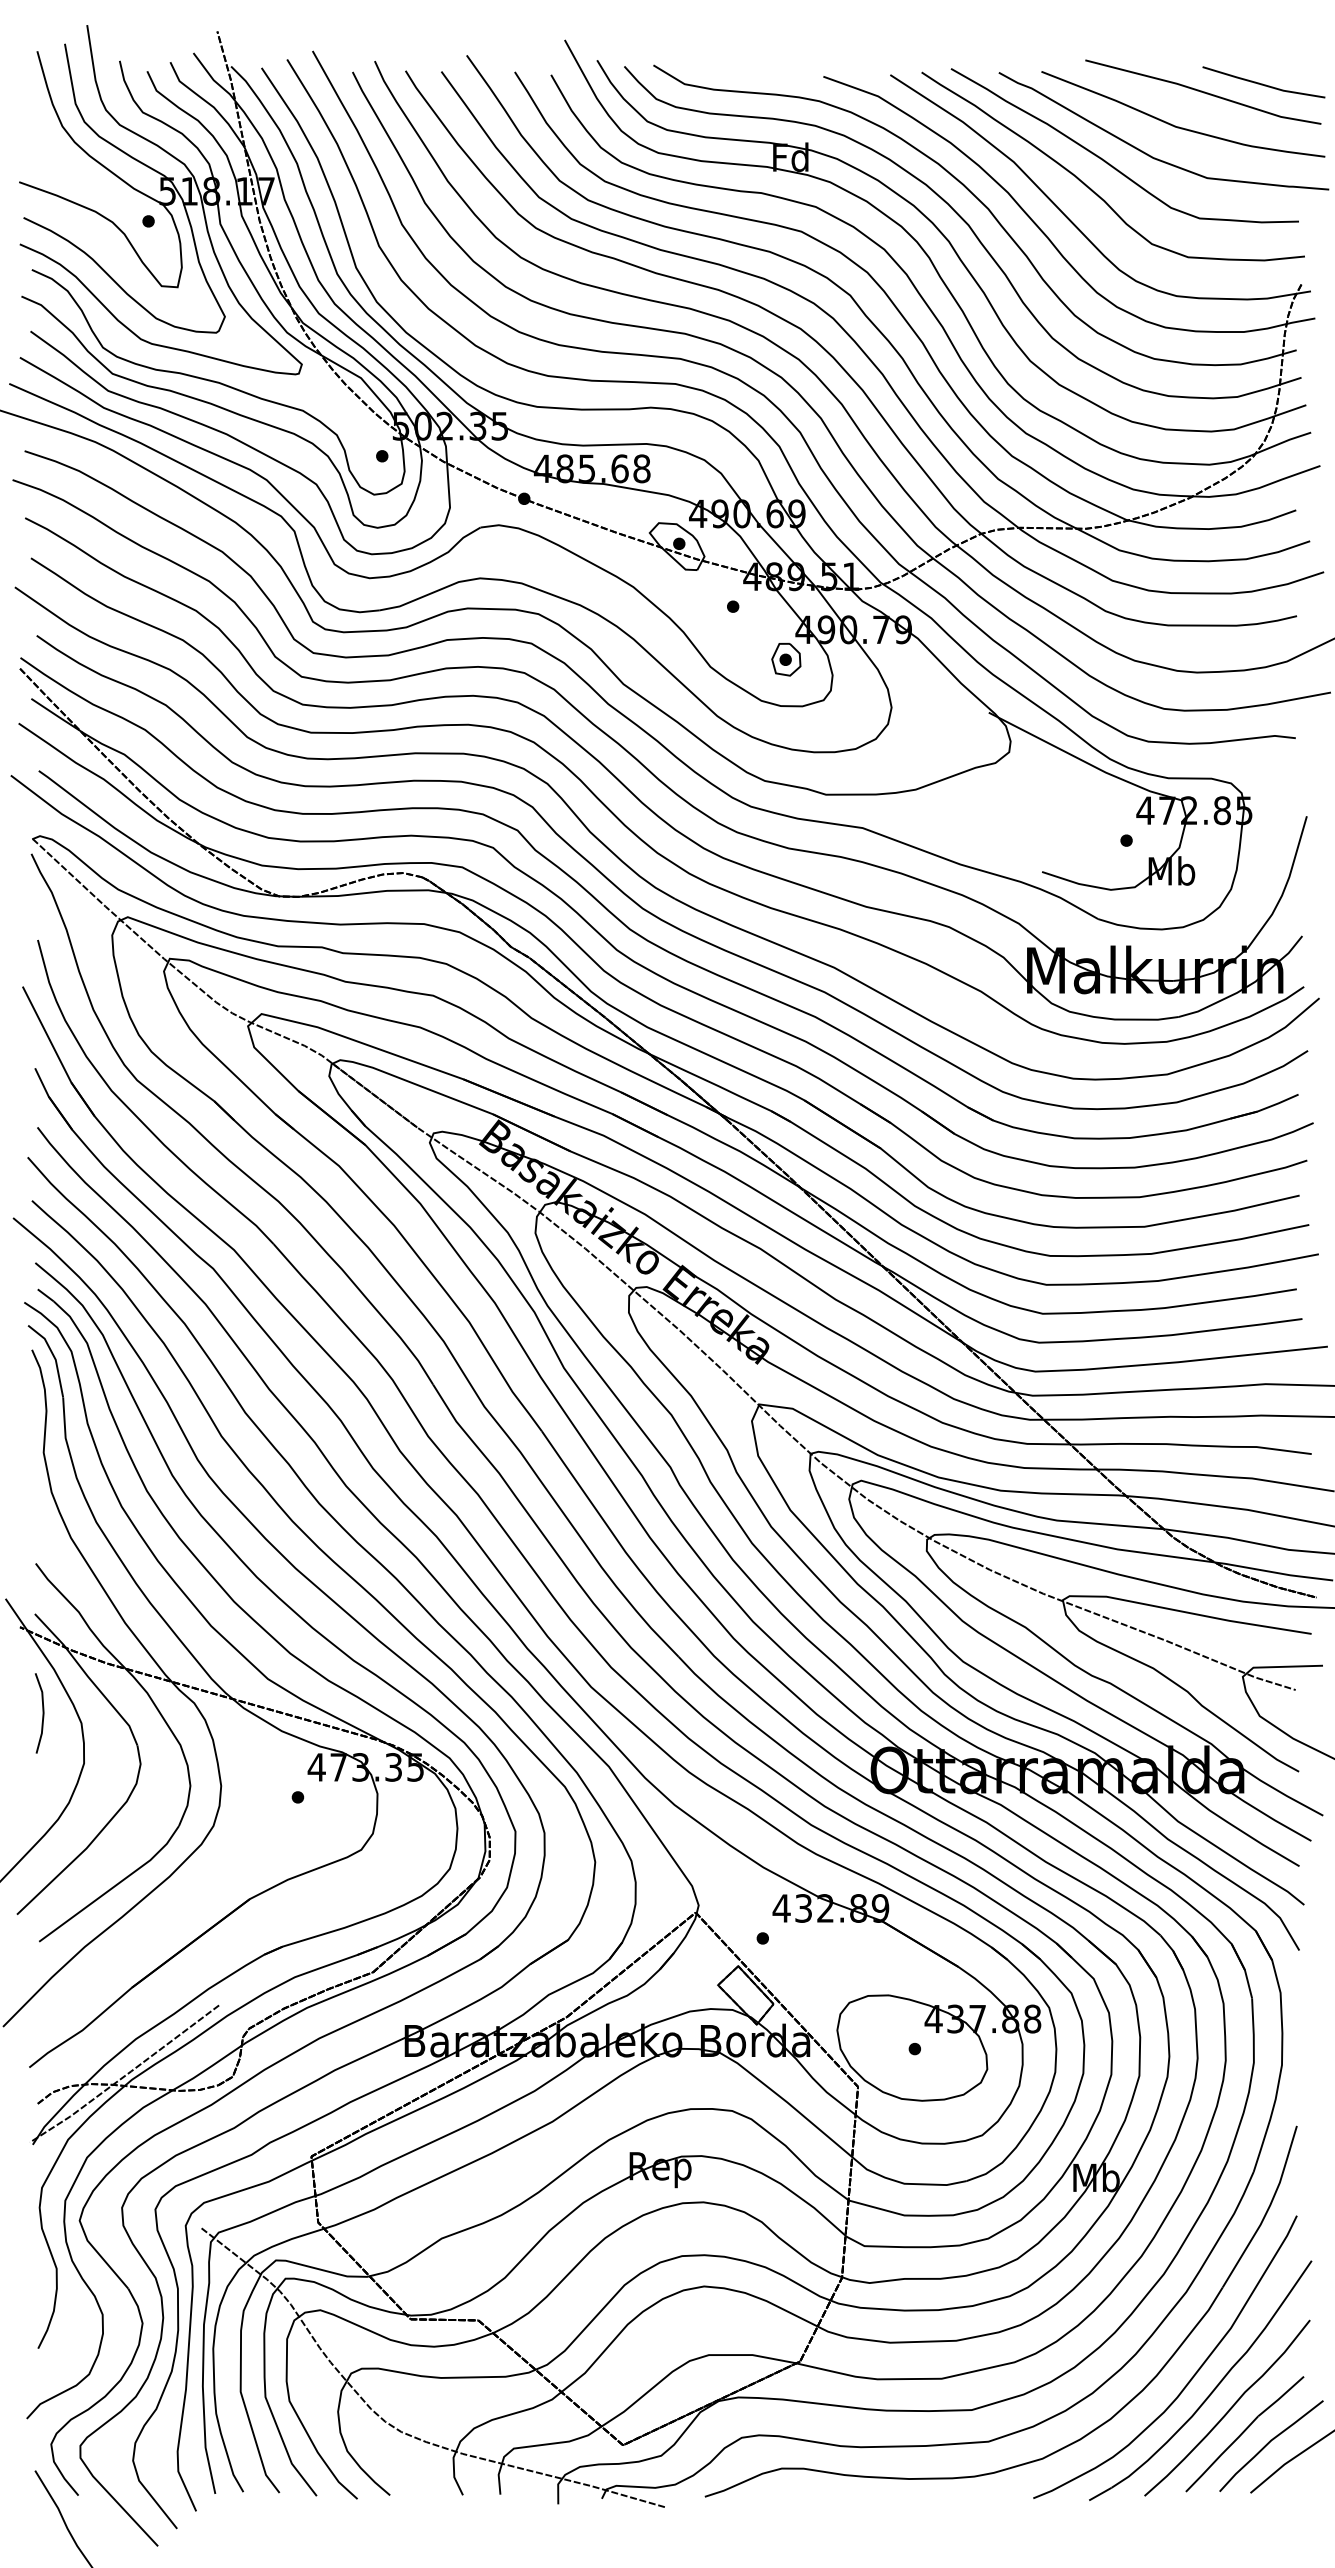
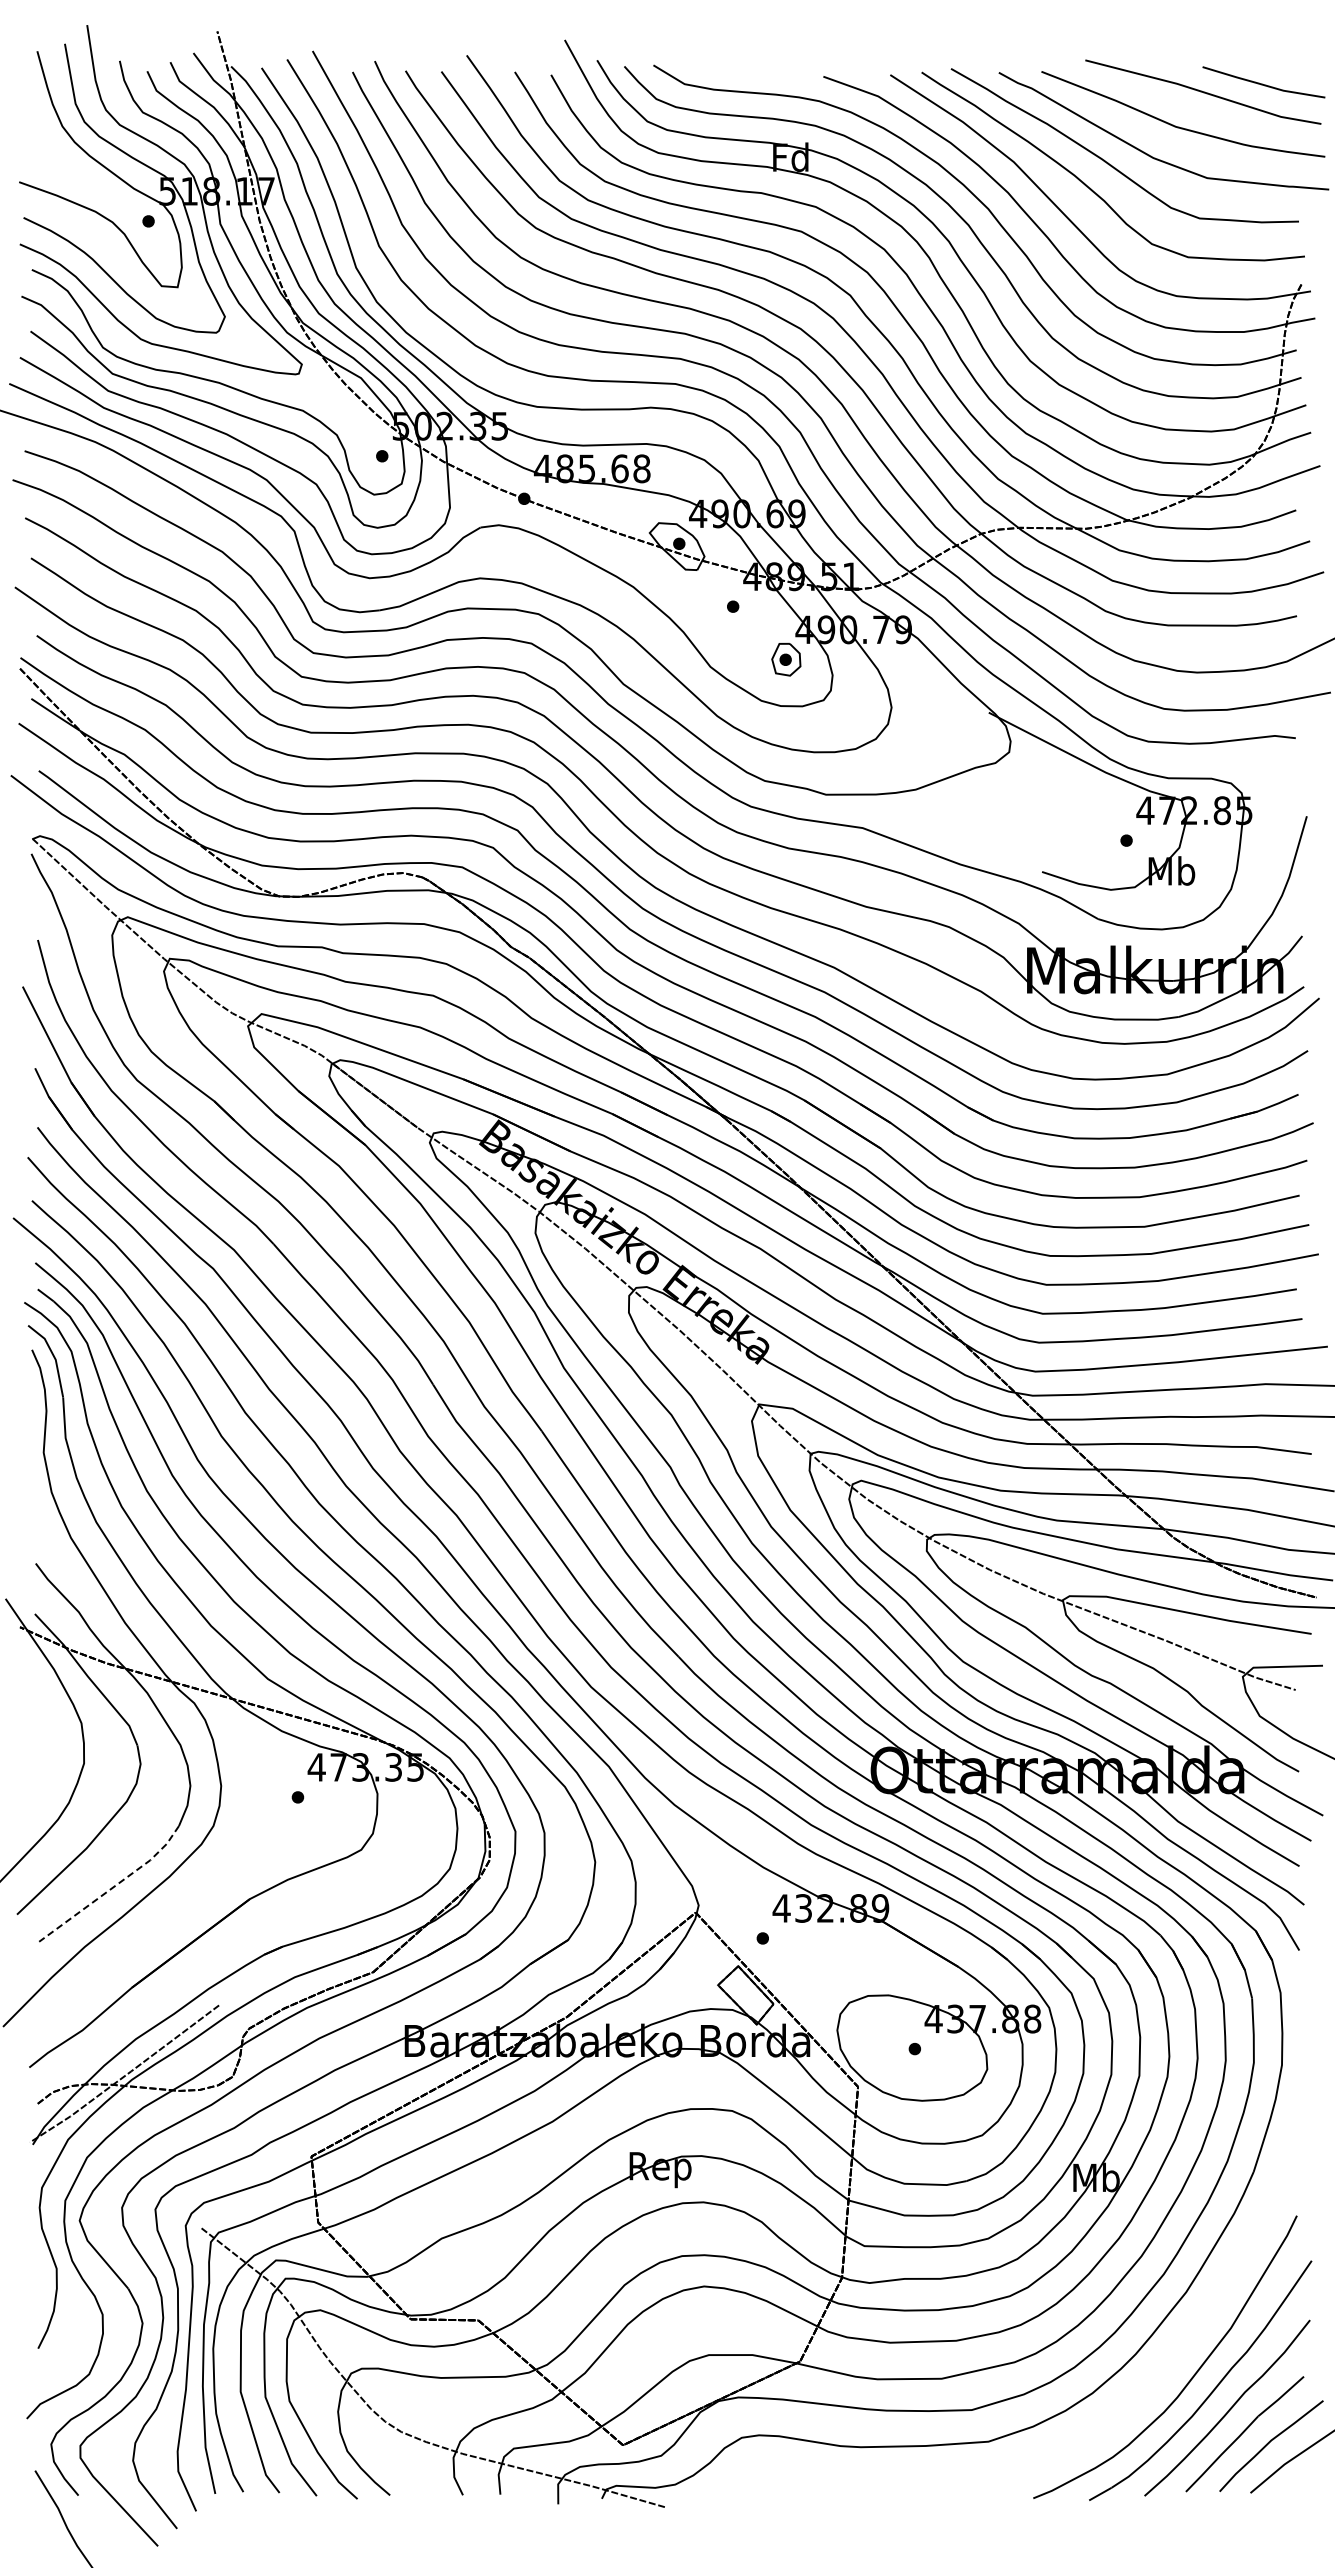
line at (42, 1713): present -> none
line at (114, 1886): solid -> dashed
part at (1069, 2443): present -> none
